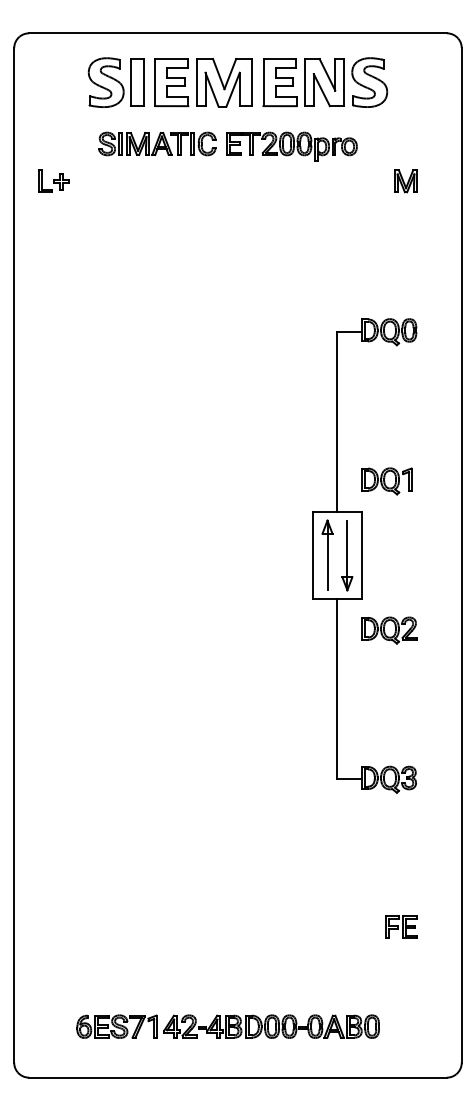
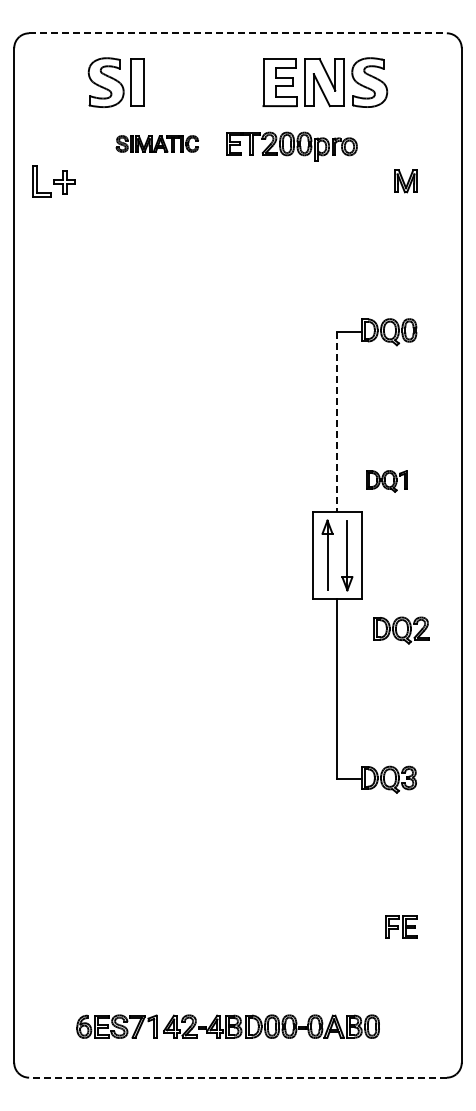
line at (237, 33): solid -> dashed
part at (203, 82): present -> none
part at (157, 143) size: 119x26 px -> 84x18 px
part at (53, 180) size: 32x24 px -> 44x33 px
line at (337, 422): solid -> dashed
part at (386, 481) size: 52x29 px -> 42x23 px
part at (389, 630) position: (389, 630) -> (401, 630)
line at (237, 1077): solid -> dashed
